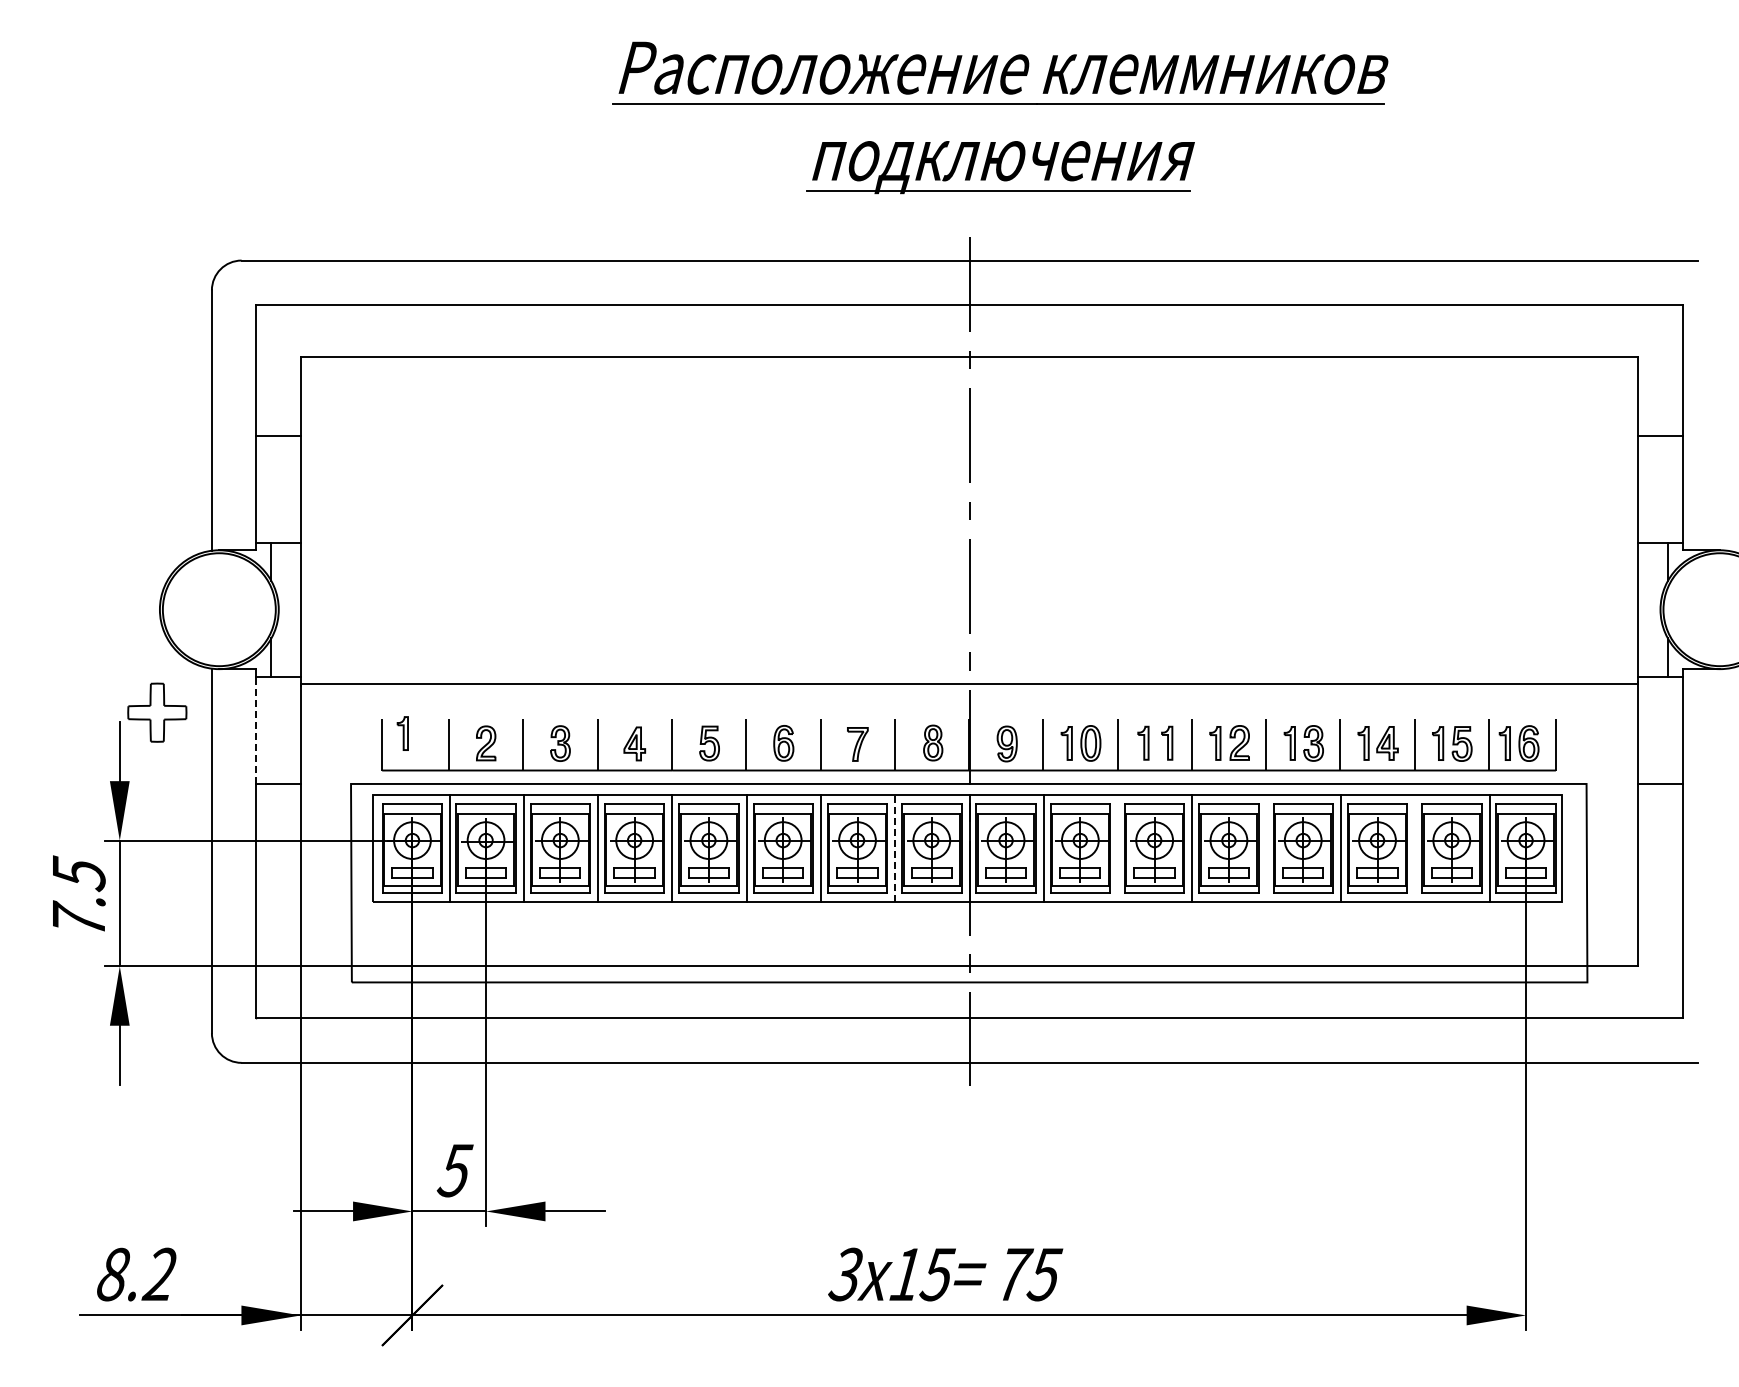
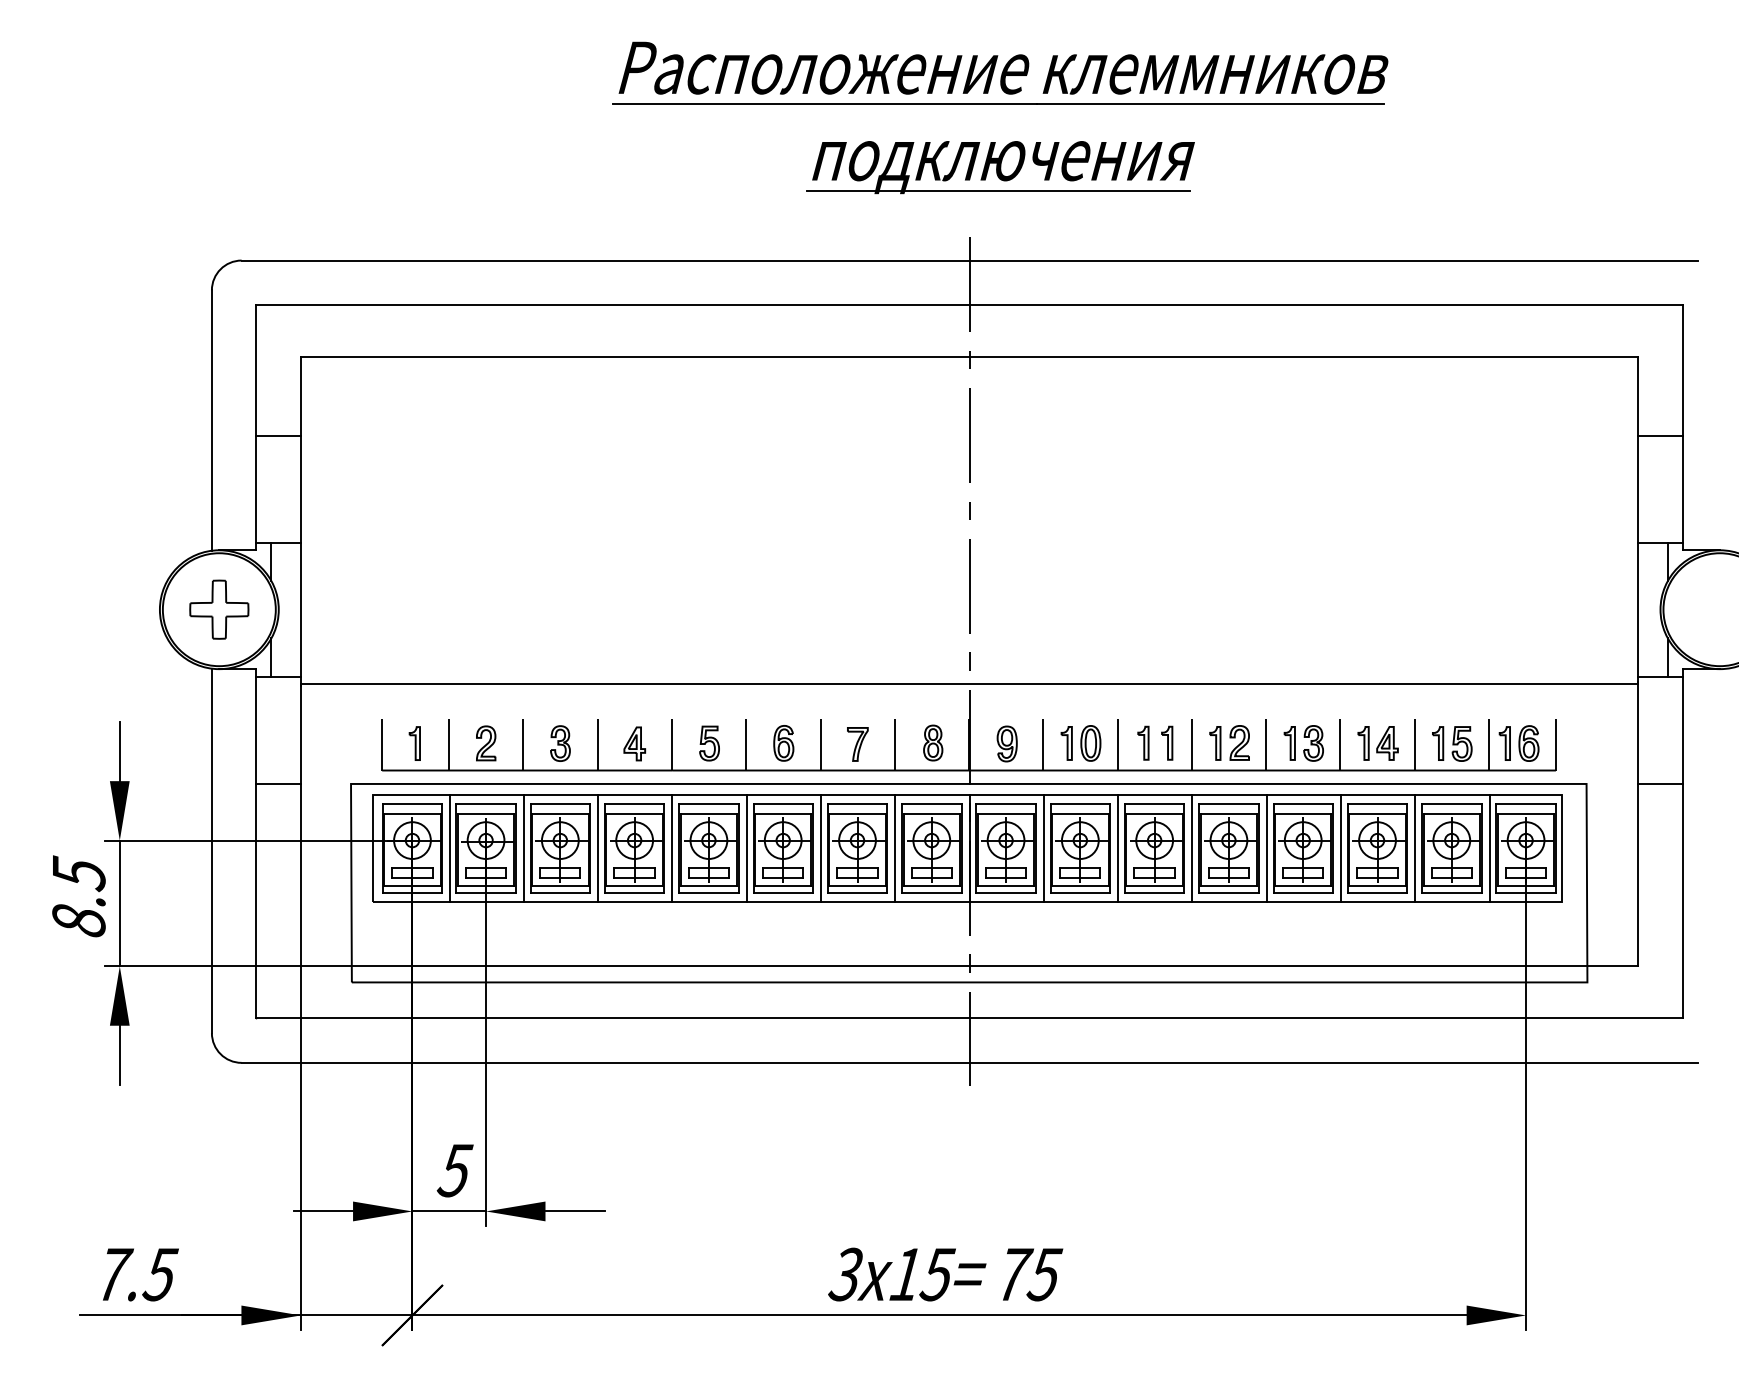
part at (157, 712) position: (157, 712) -> (219, 609)
line at (256, 729): dashed -> solid
part at (402, 733) position: (402, 733) -> (414, 743)
line at (895, 848): dashed -> solid
line at (1118, 848): none -> present
line at (1266, 848): none -> present
line at (1415, 848): none -> present
text at (78, 918): 7.5 -> 8.5
text at (137, 1274): 8.2 -> 7.5
